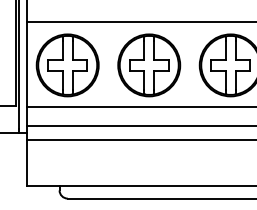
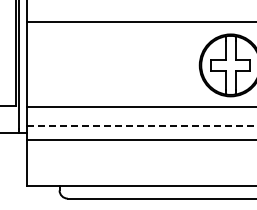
part at (67, 65): present -> none
part at (149, 65): present -> none
line at (141, 125): solid -> dashed
